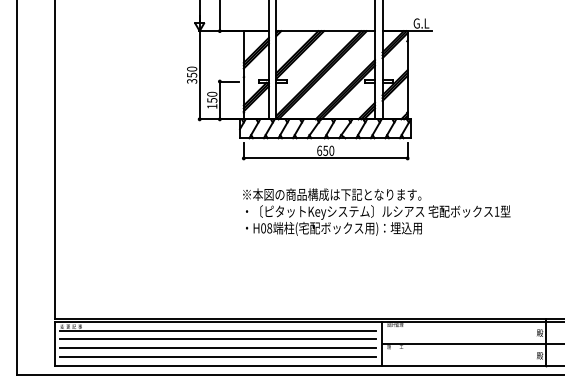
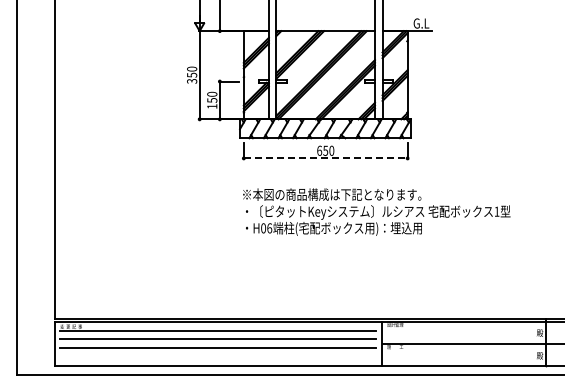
line at (325, 158): solid -> dashed
text at (269, 228): H08 -> H06
line at (218, 357): present -> none
